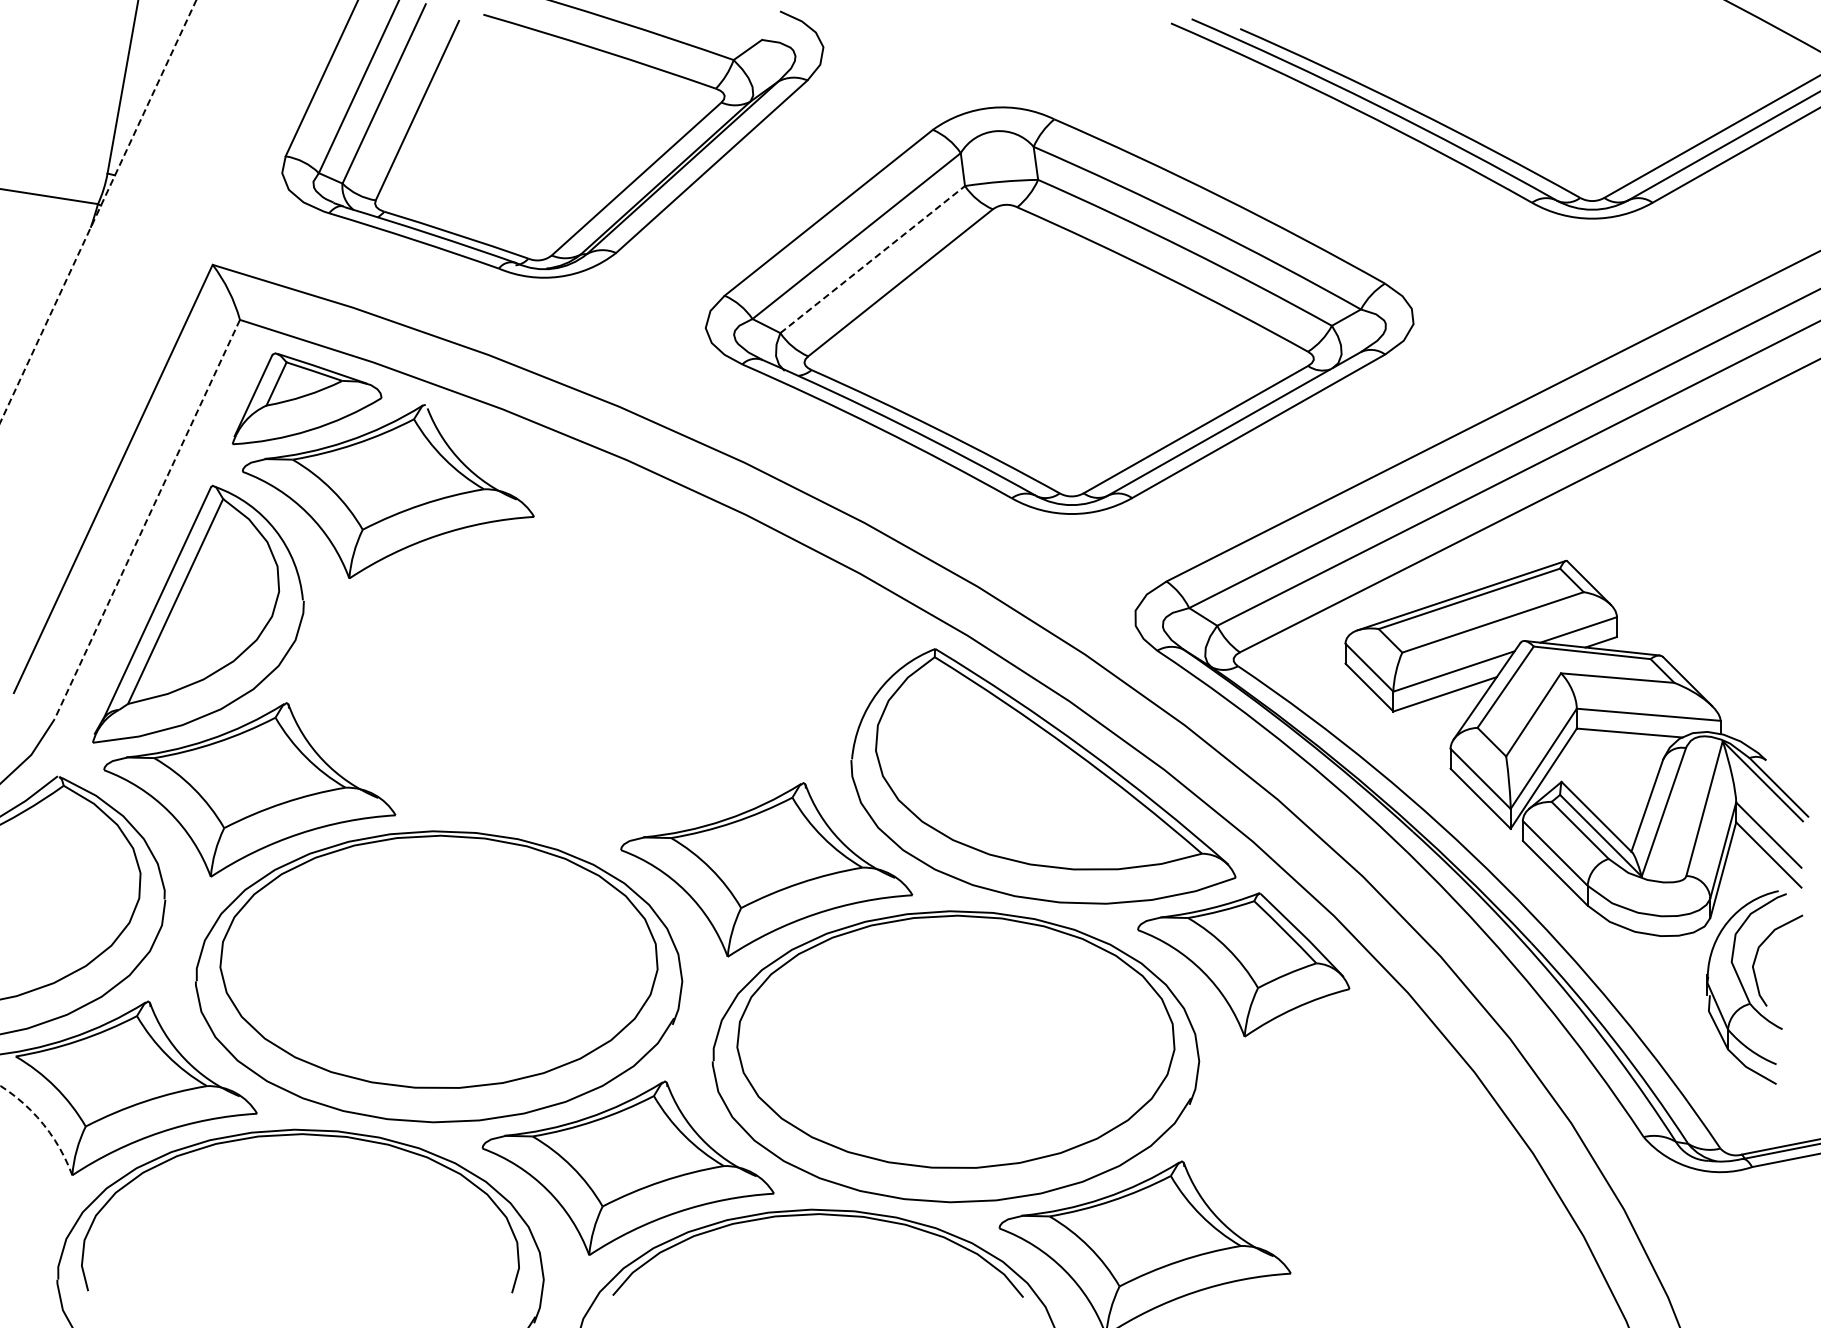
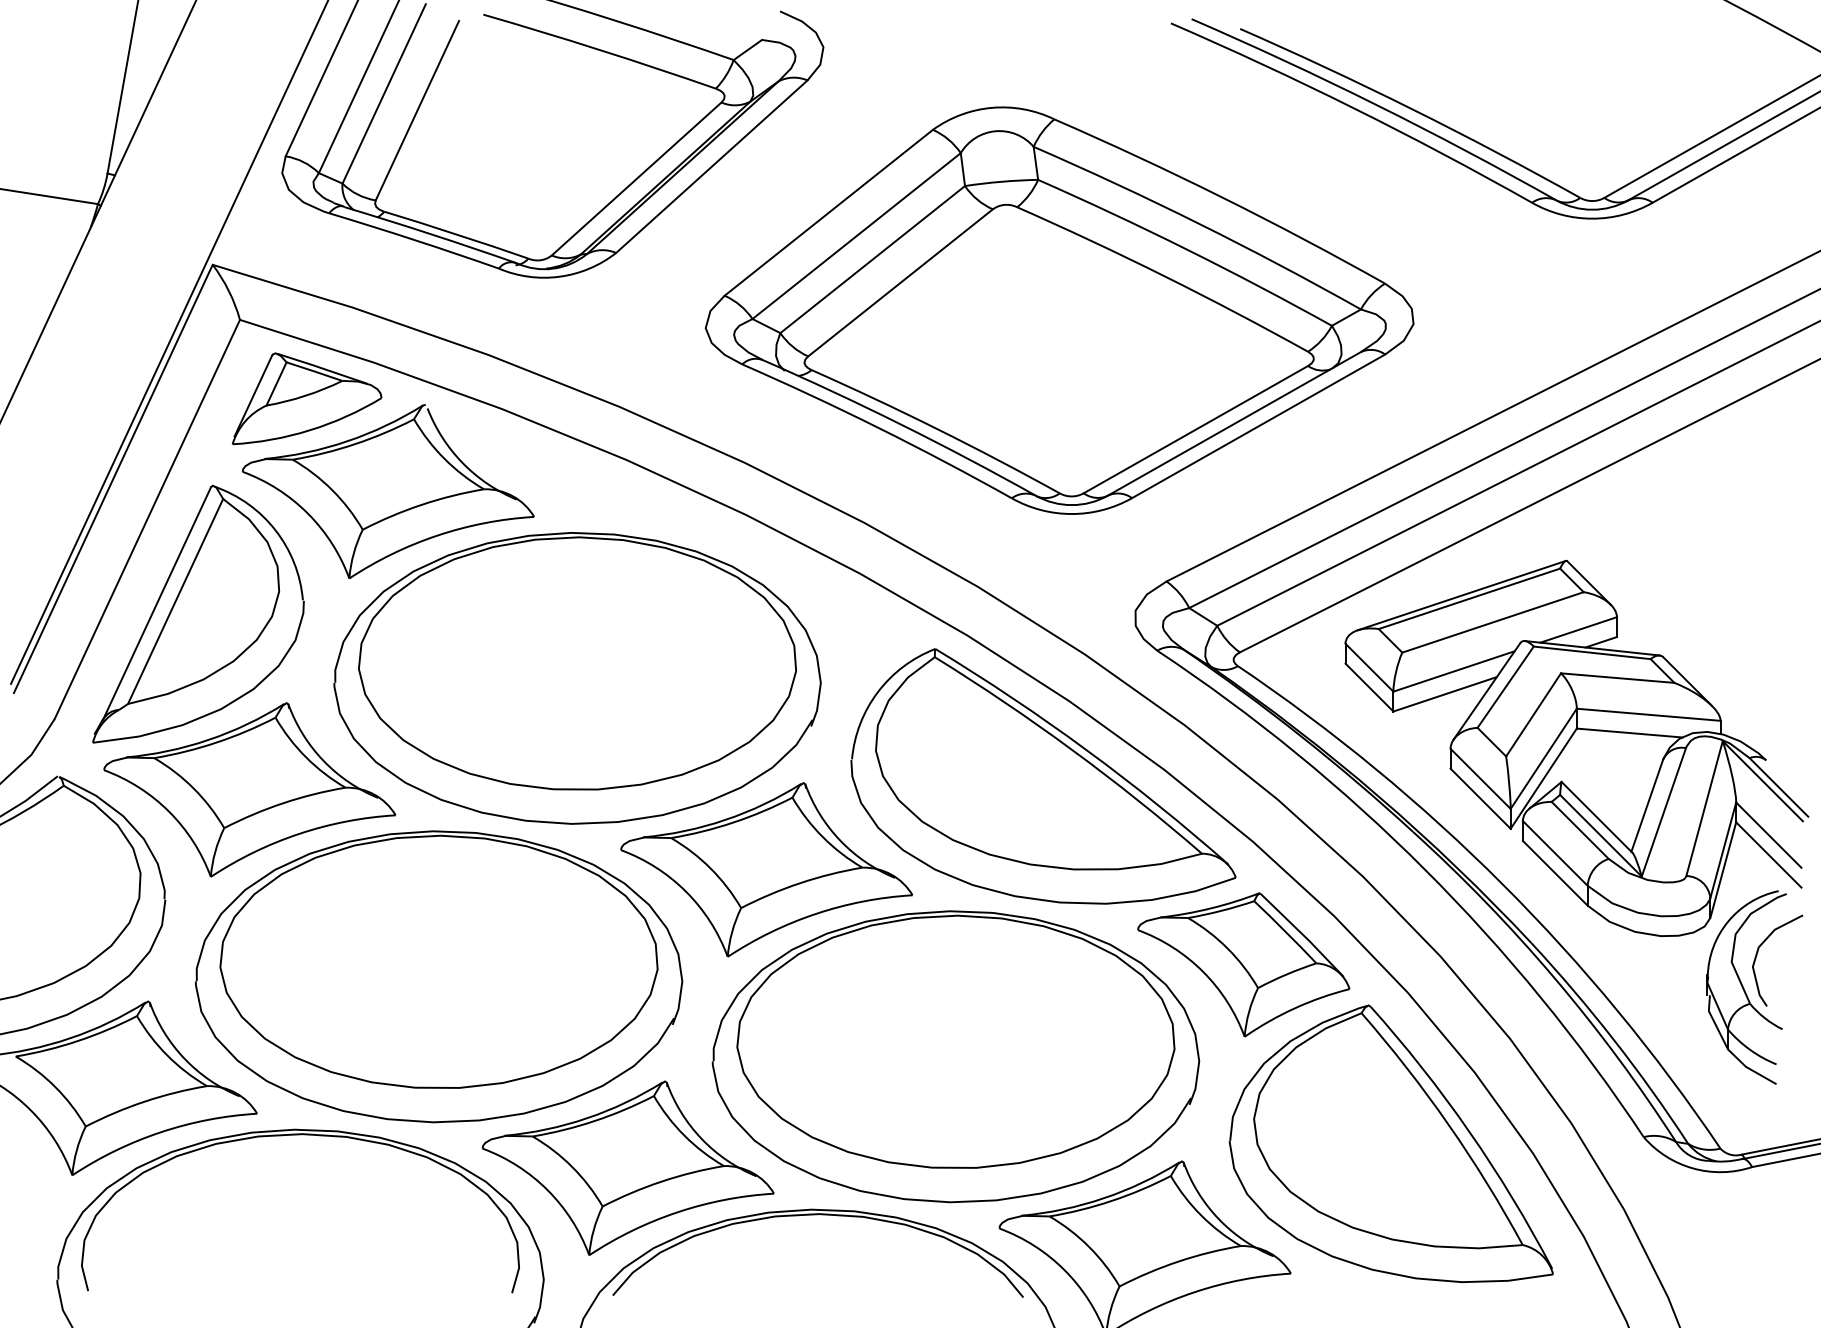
line at (98, 211): dashed -> solid
line at (873, 259): dashed -> solid
line at (168, 342): none -> present
line at (147, 520): dashed -> solid
part at (577, 678): none -> present
arc at (43, 1124): dashed -> solid
part at (1390, 1143): none -> present
